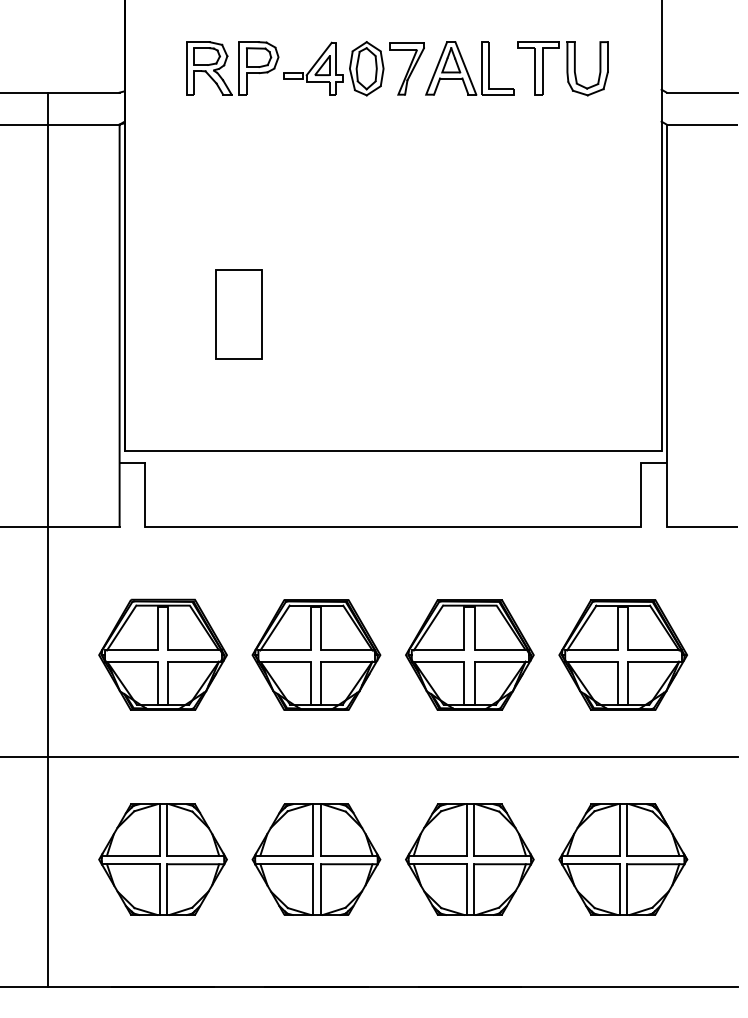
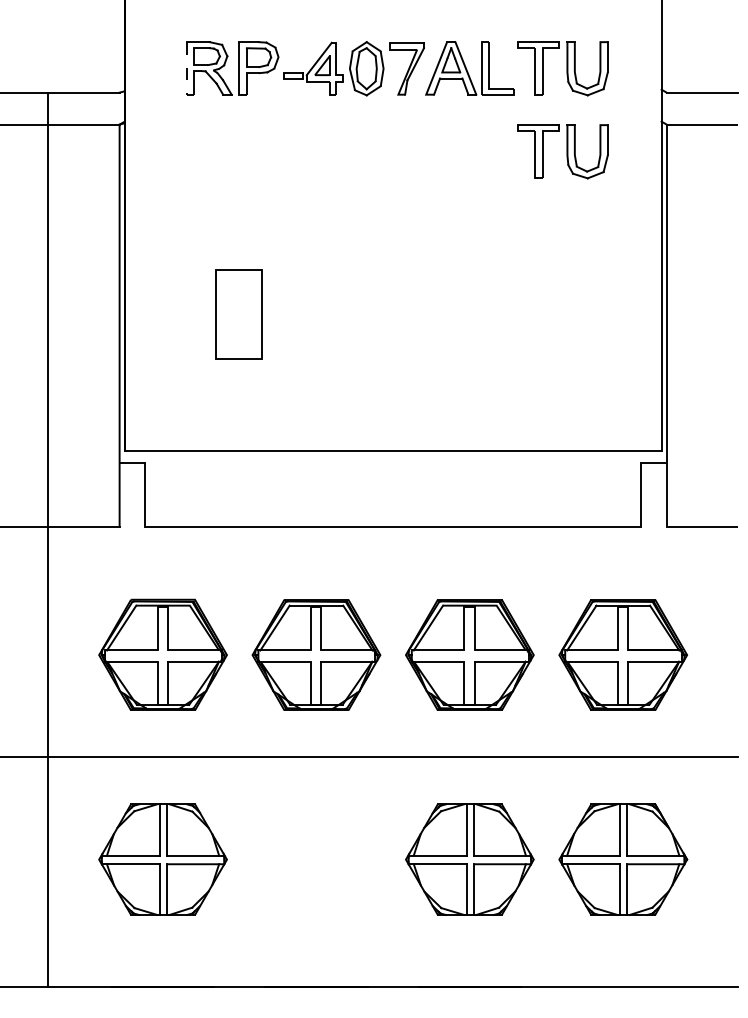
line at (186, 72): solid -> dashed
part at (562, 151): none -> present
part at (316, 859): present -> none
